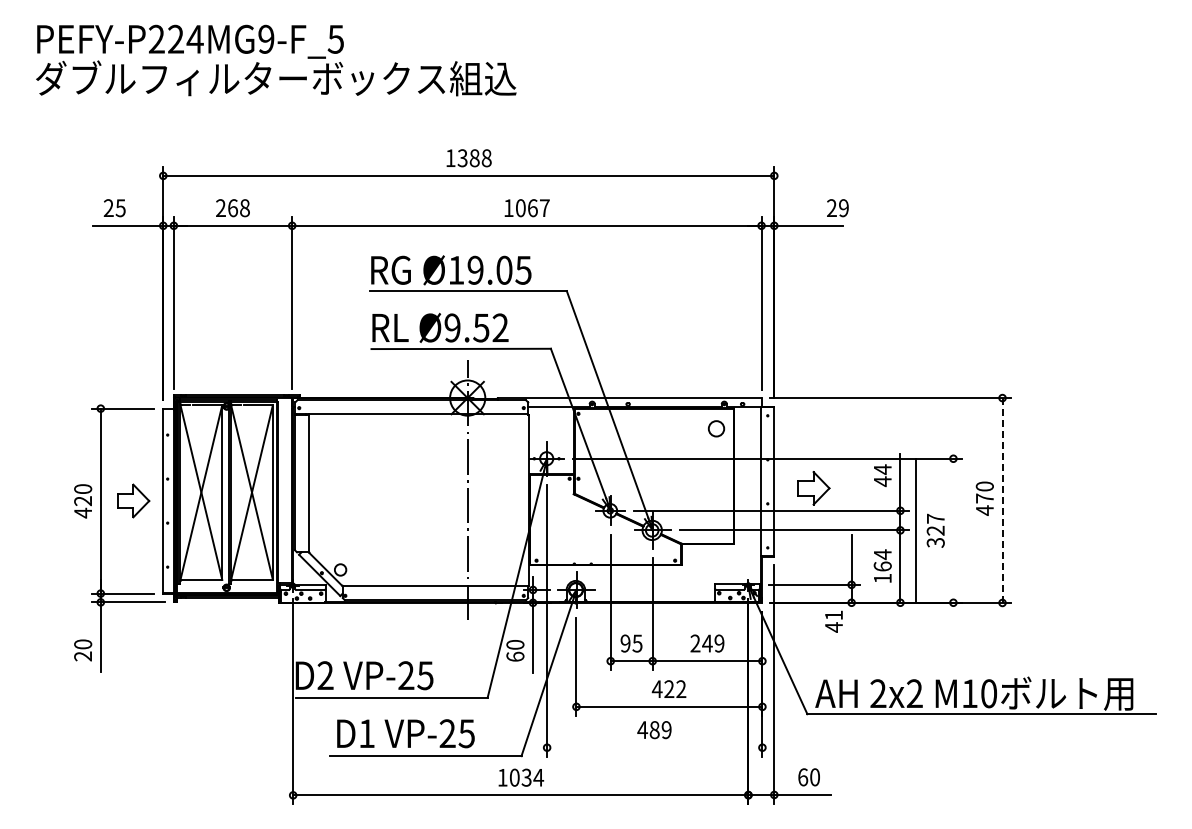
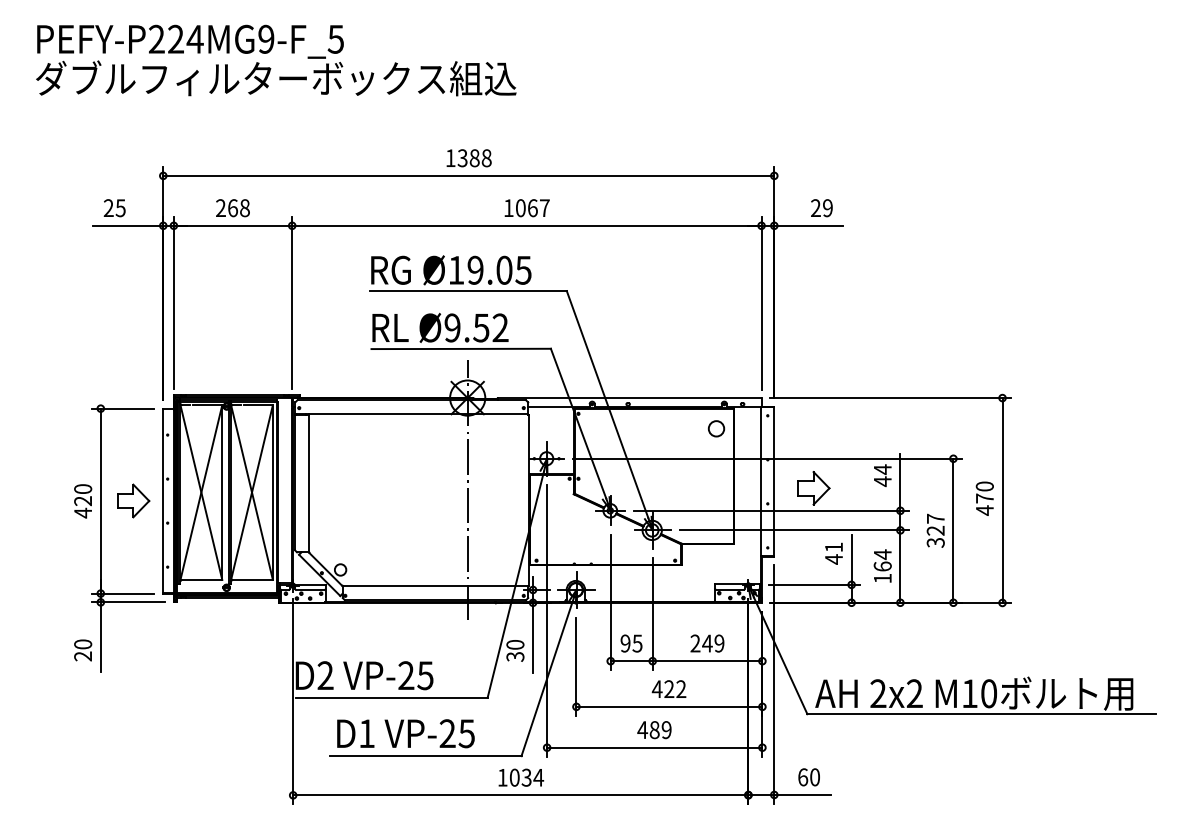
text at (837, 208) position: (837, 208) -> (821, 208)
line at (1002, 500): dashed -> solid
line at (916, 530) position: (916, 530) -> (953, 530)
text at (833, 621) position: (833, 621) -> (833, 553)
text at (515, 656): 60 -> 30
line at (654, 747): none -> present
